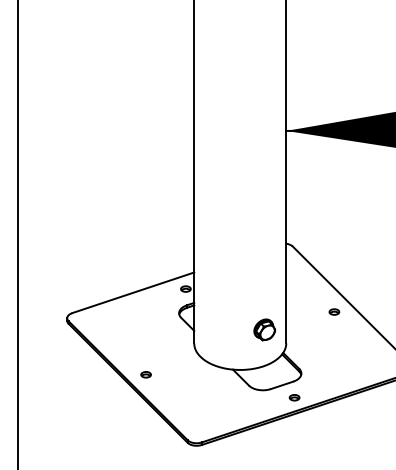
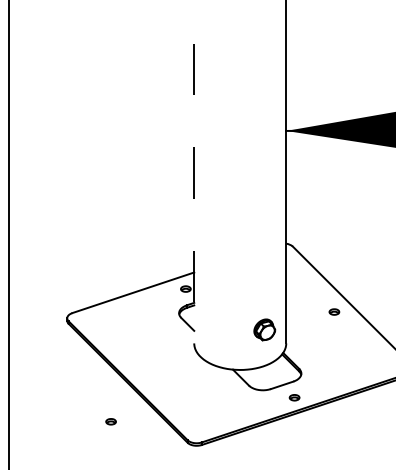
line at (194, 172): solid -> dashed
line at (18, 234) position: (18, 234) -> (9, 234)
part at (145, 374) position: (145, 374) -> (110, 421)
